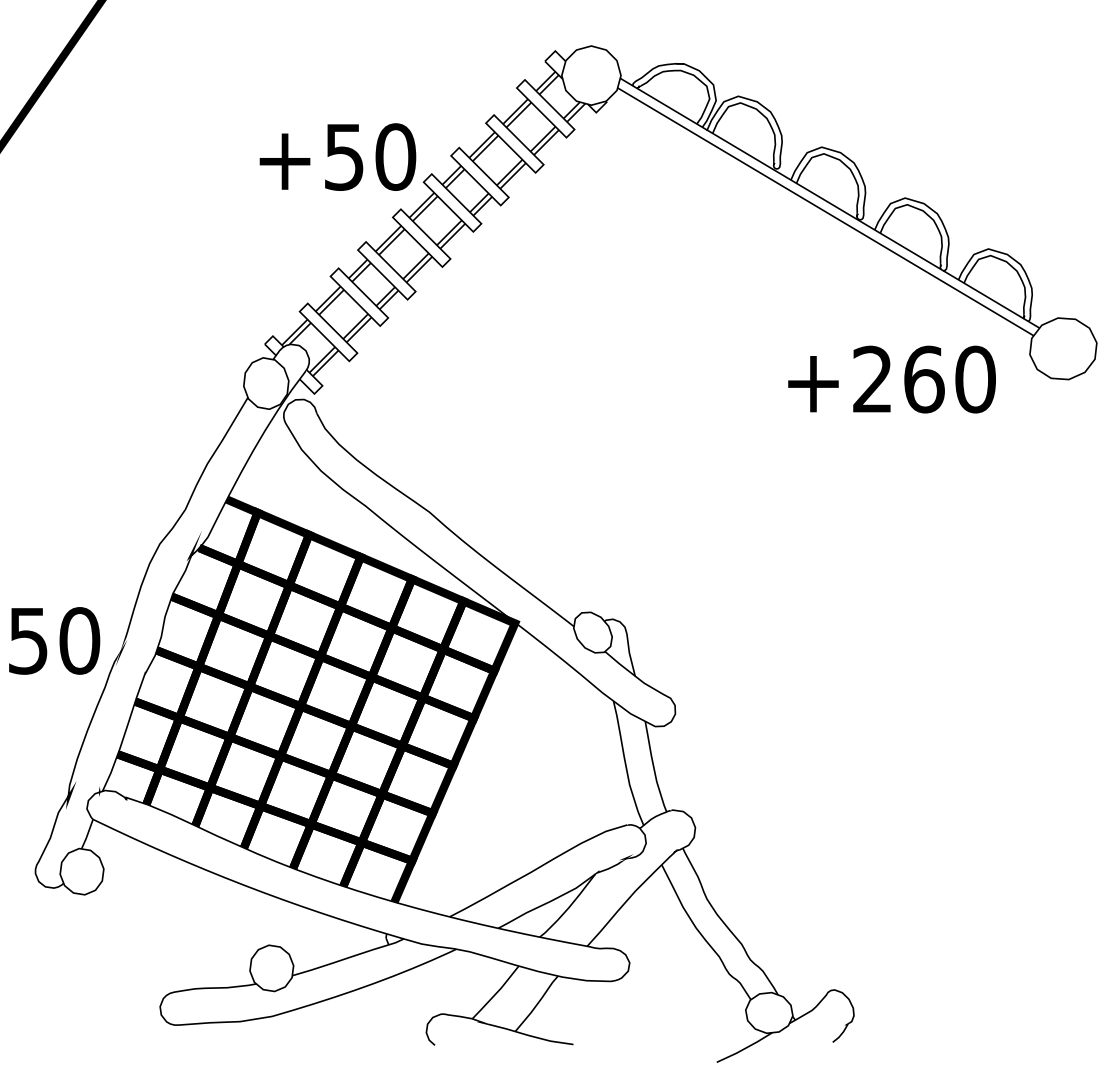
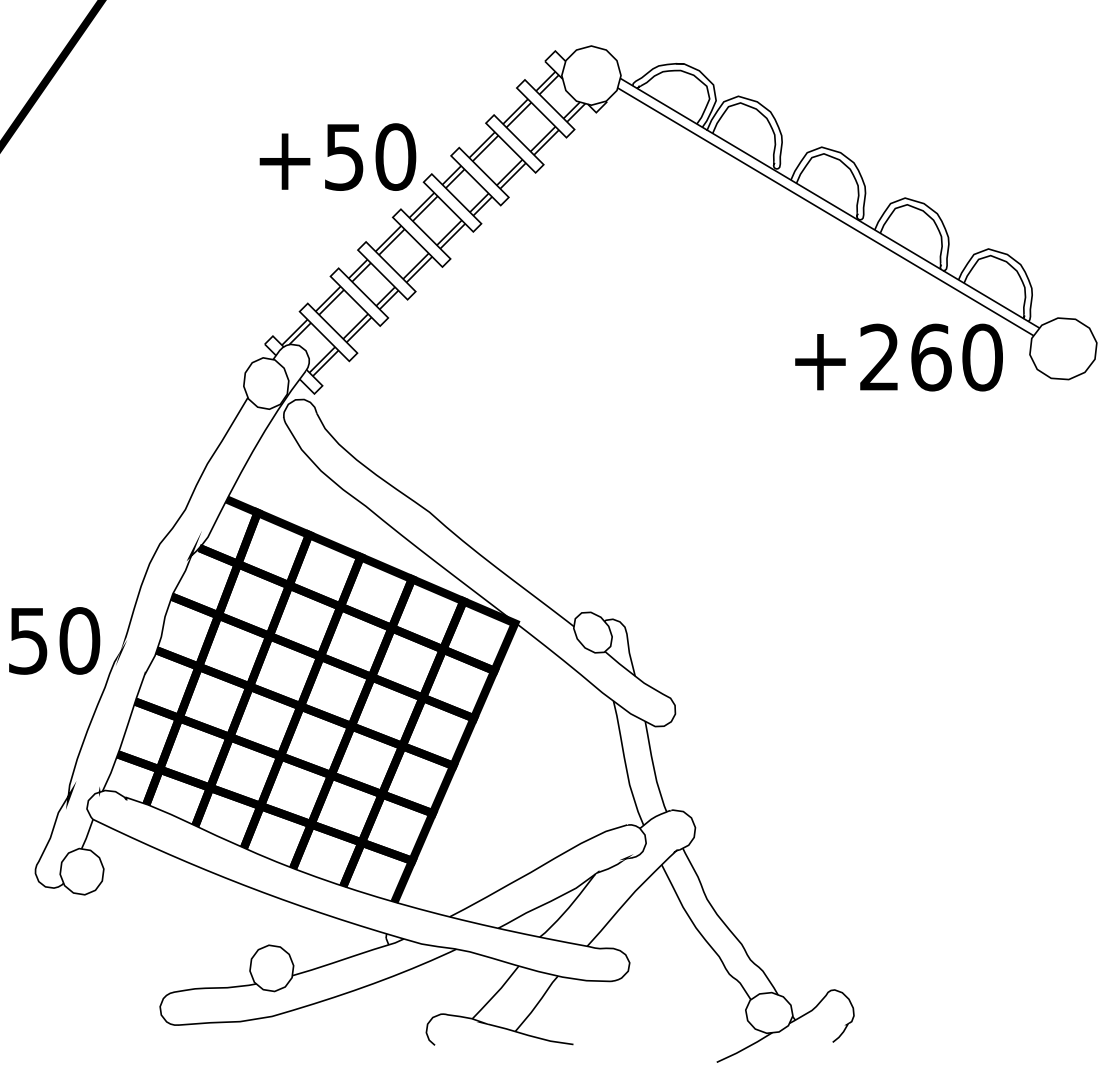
text at (891, 379) position: (891, 379) -> (898, 357)
